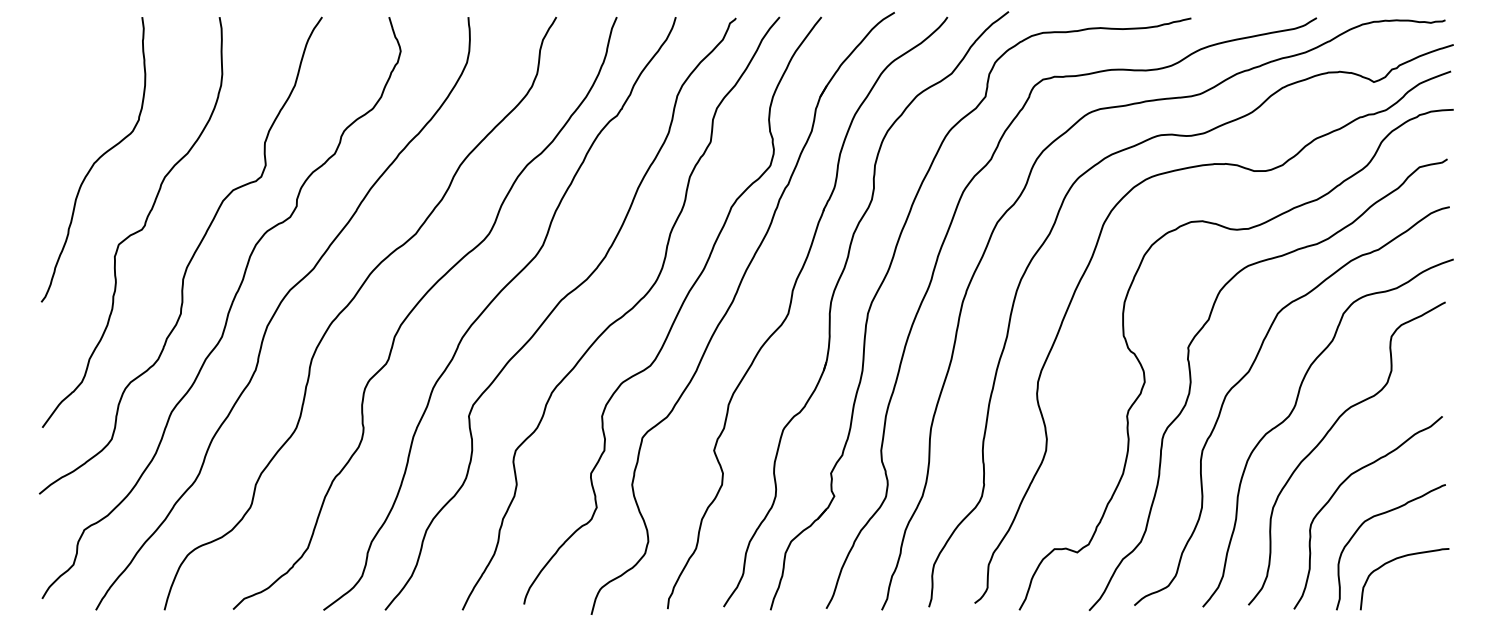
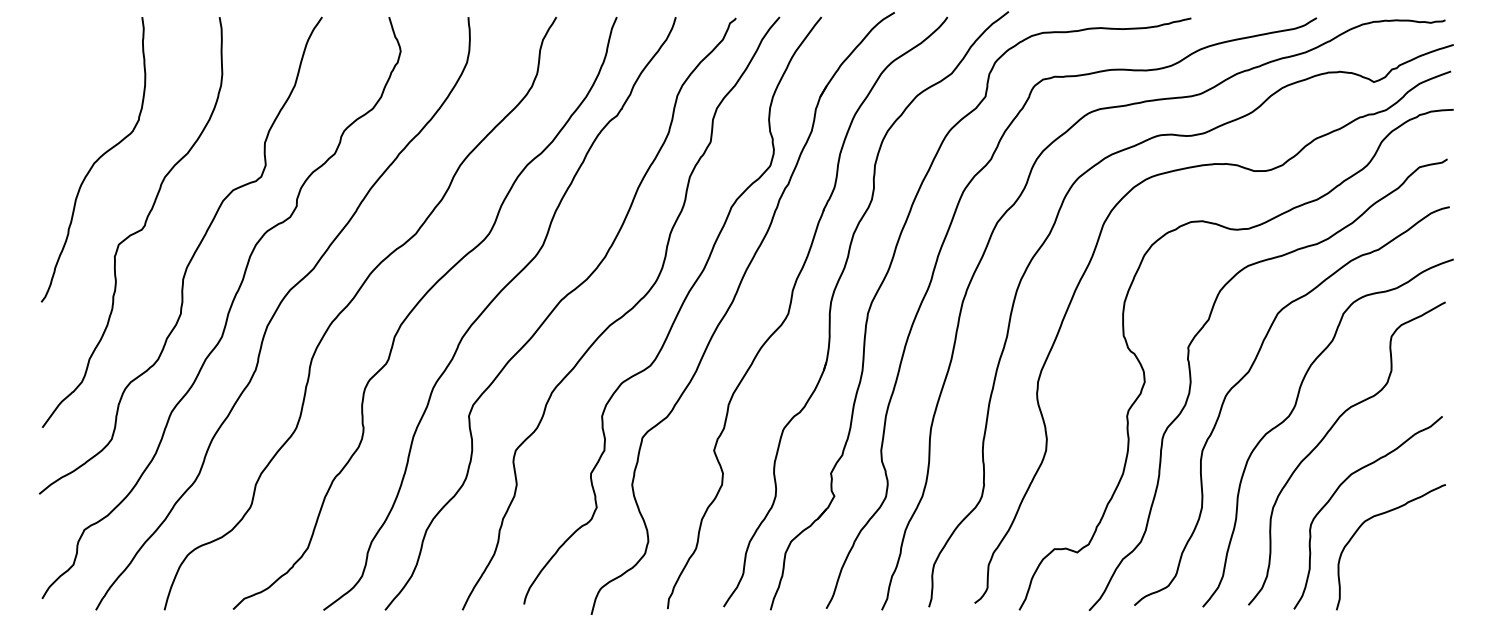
curve at (1397, 559): present -> none
